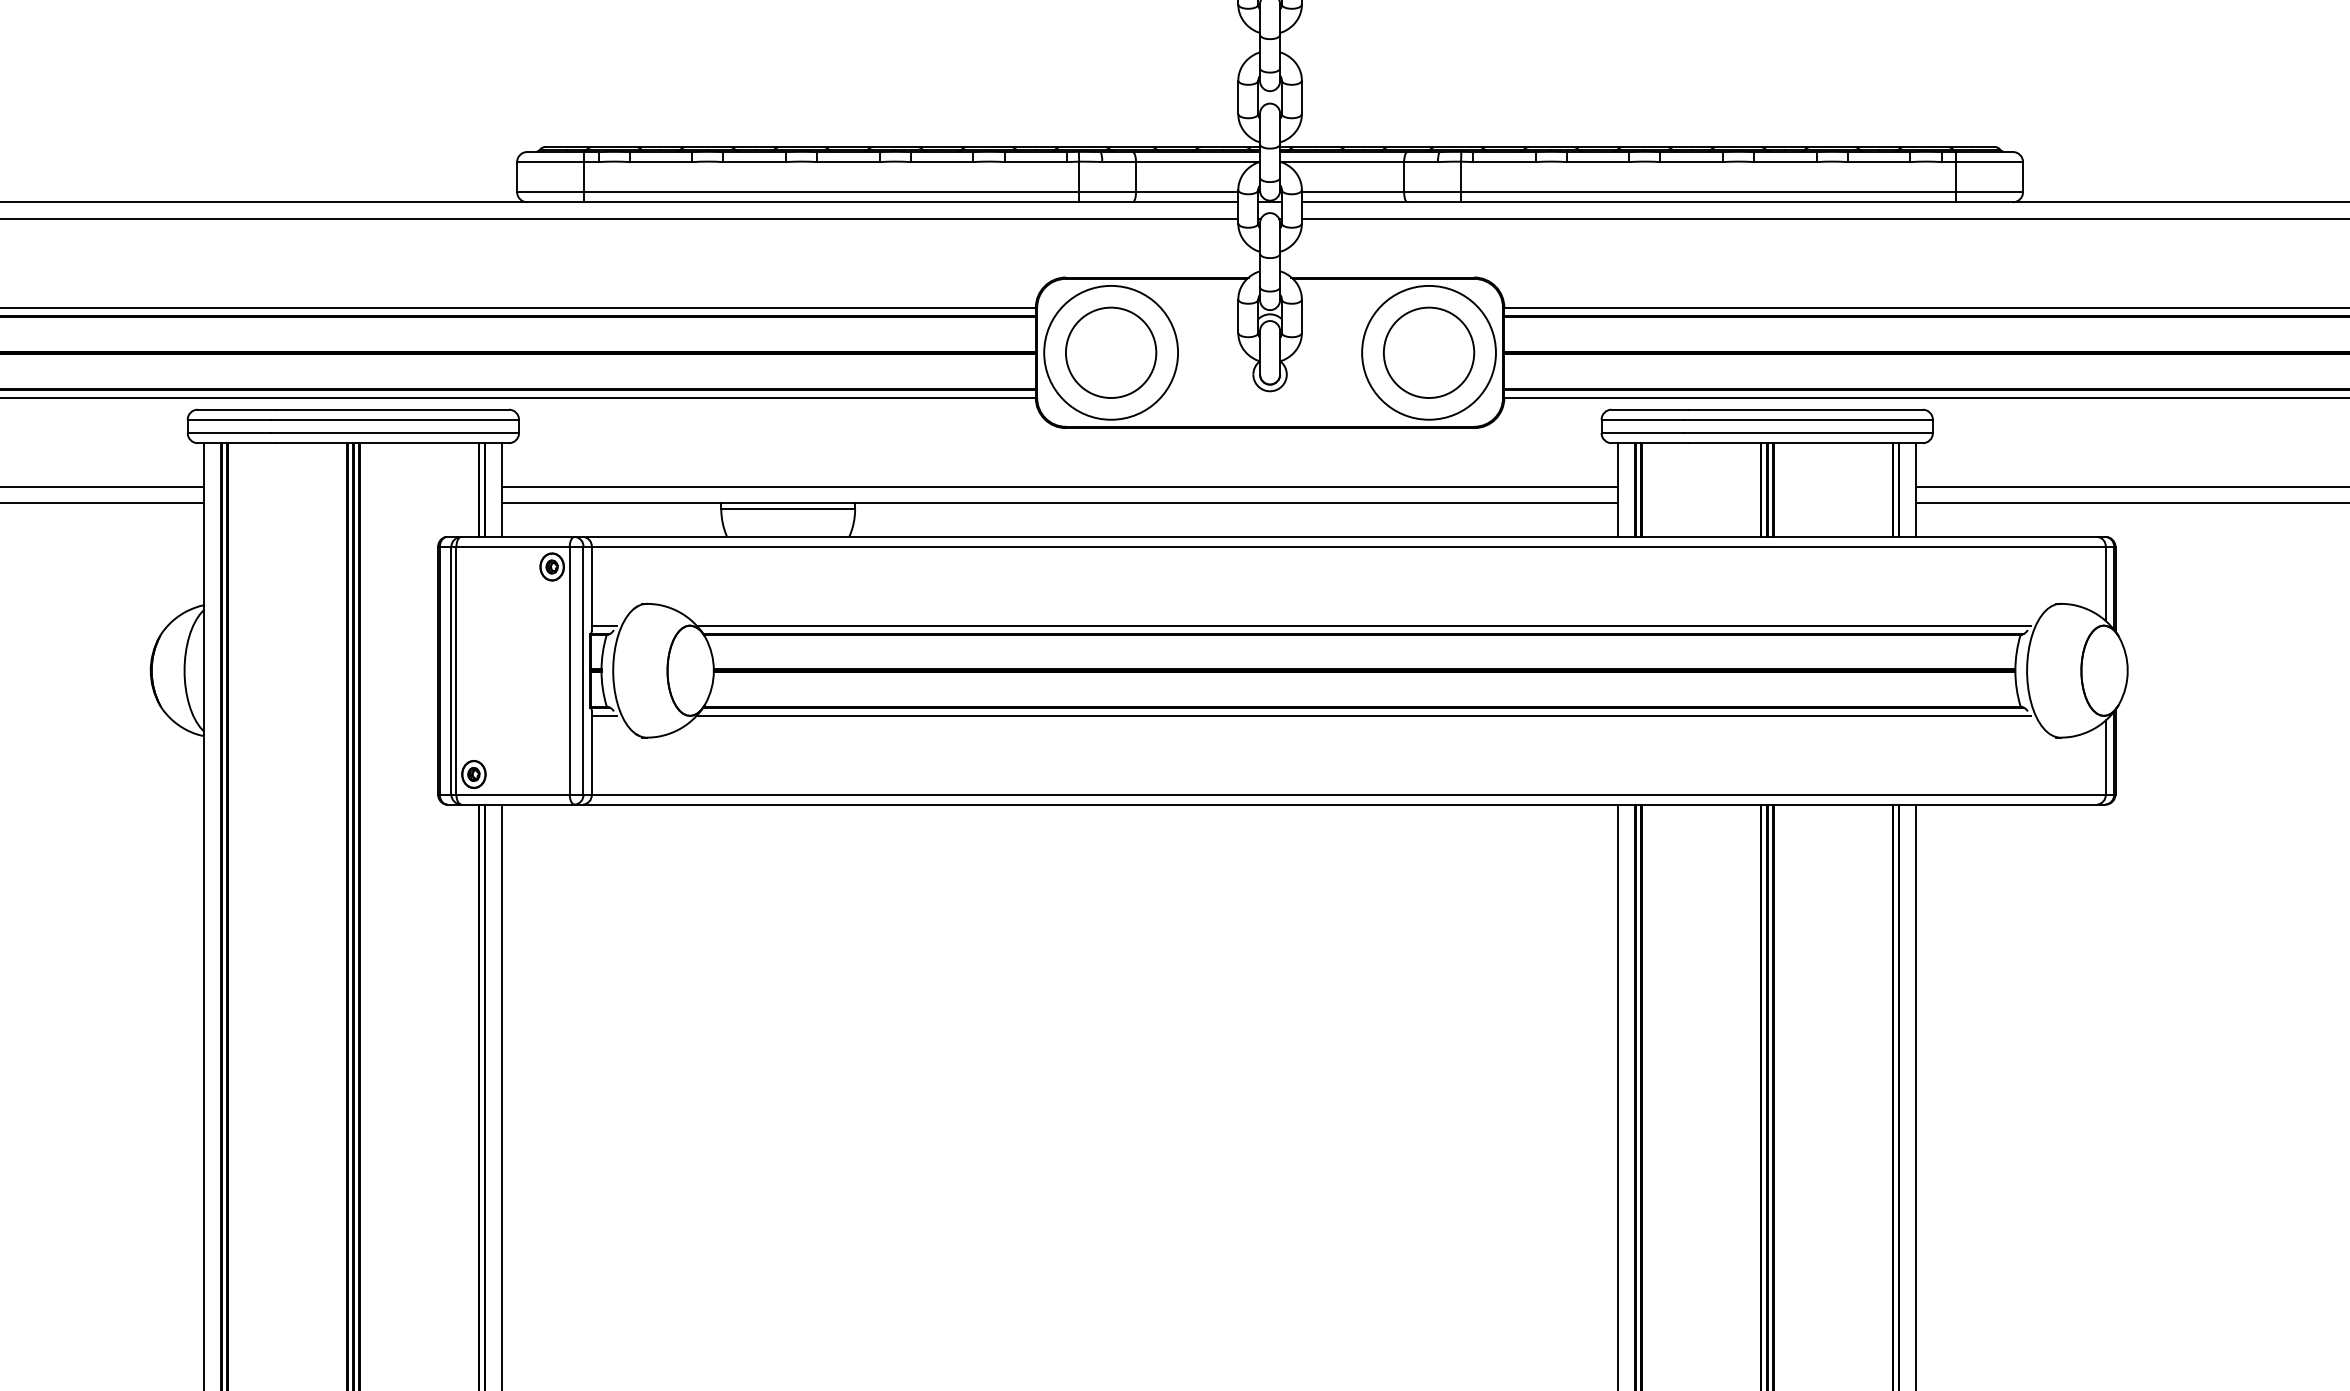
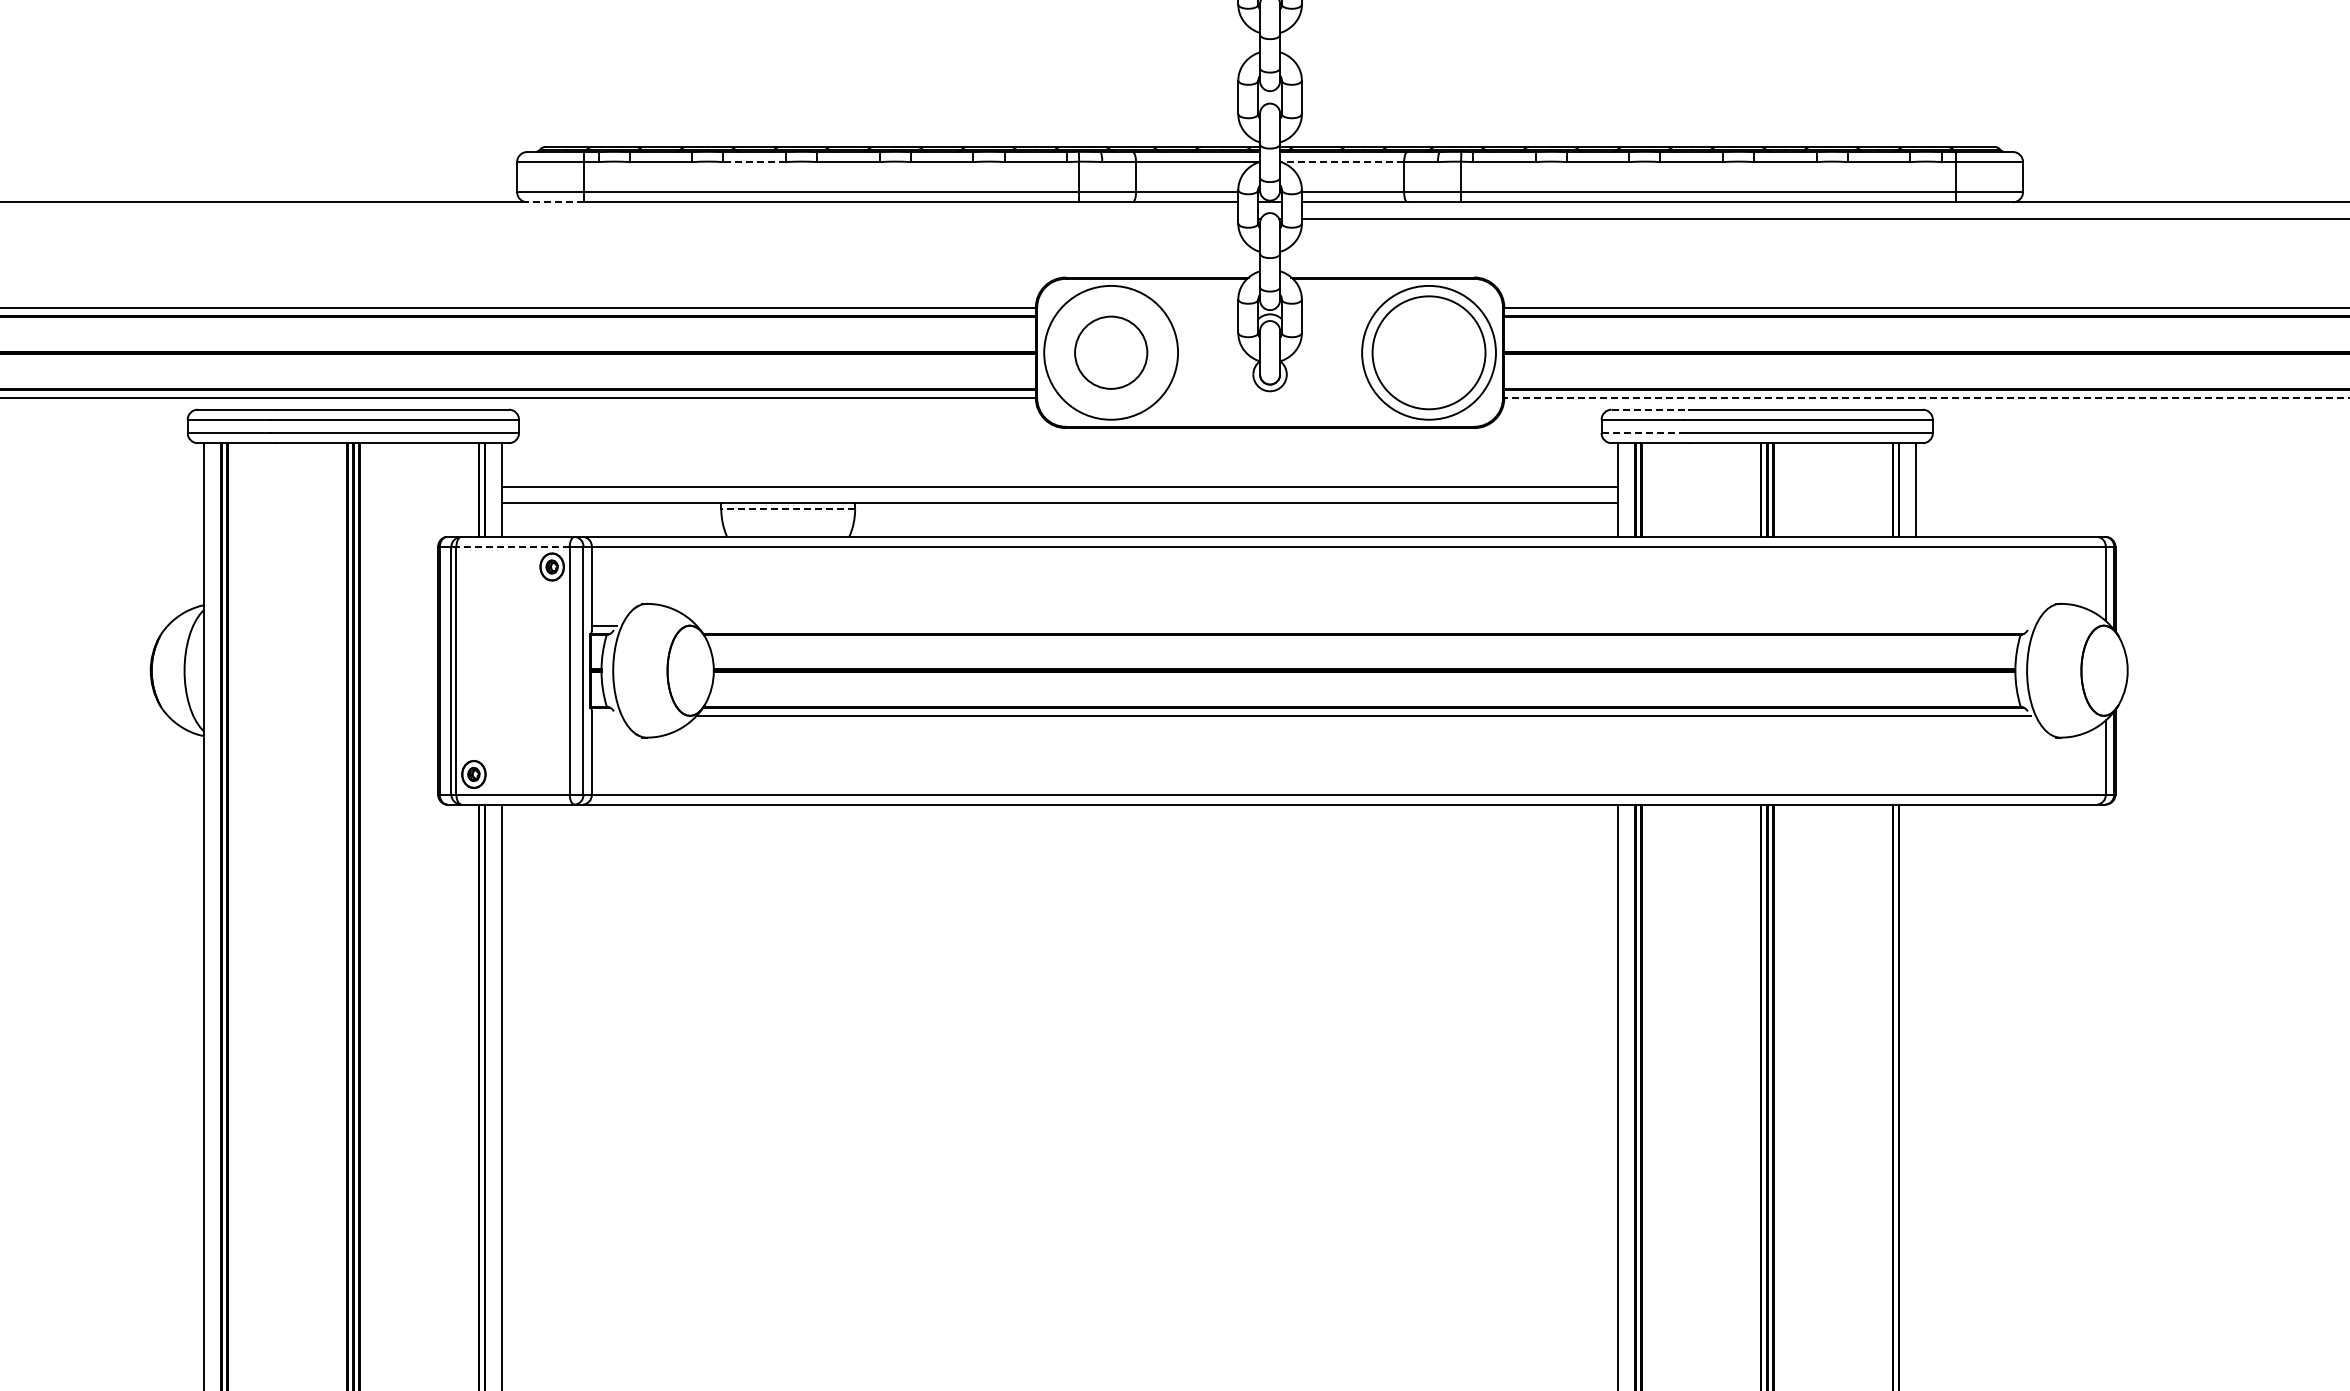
line at (754, 162): solid -> dashed
line at (1341, 162): solid -> dashed
line at (555, 202): solid -> dashed
line at (620, 218): present -> none
circle at (1111, 352) size: 93x93 px -> 75x75 px
circle at (1428, 352) diameter: 90 px -> 113 px
line at (1926, 398): solid -> dashed
line at (1650, 409): solid -> dashed
line at (1643, 433): solid -> dashed
line at (103, 486): present -> none
line at (2131, 486): present -> none
line at (103, 503): present -> none
line at (2131, 503): present -> none
line at (788, 509): solid -> dashed
line at (513, 546): solid -> dashed
line at (1363, 625): present -> none
line at (604, 715): present -> none
line at (1916, 1095): present -> none
